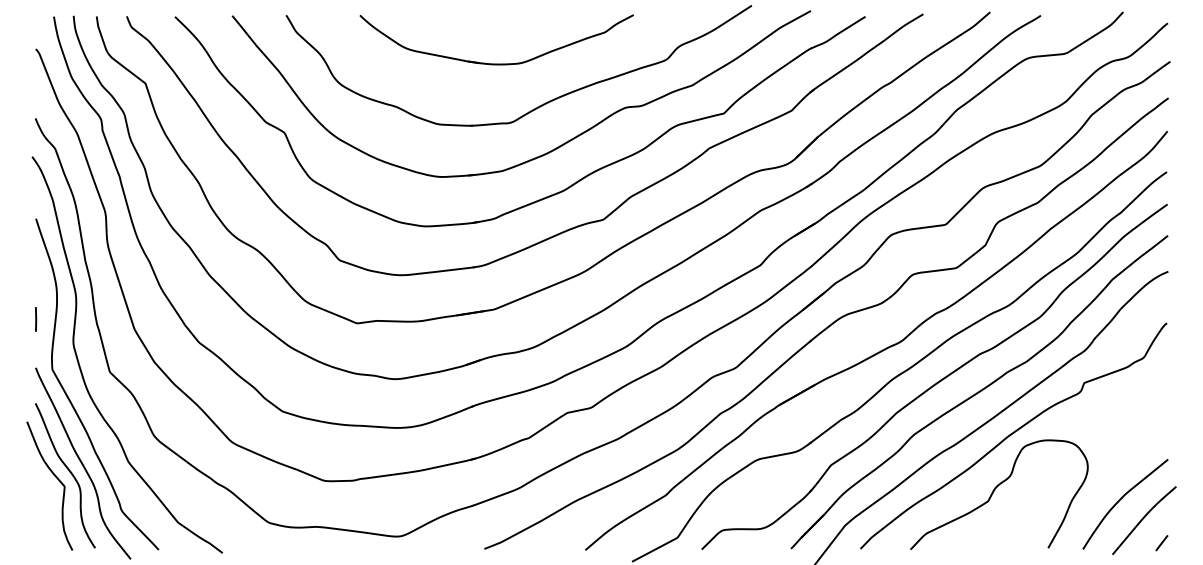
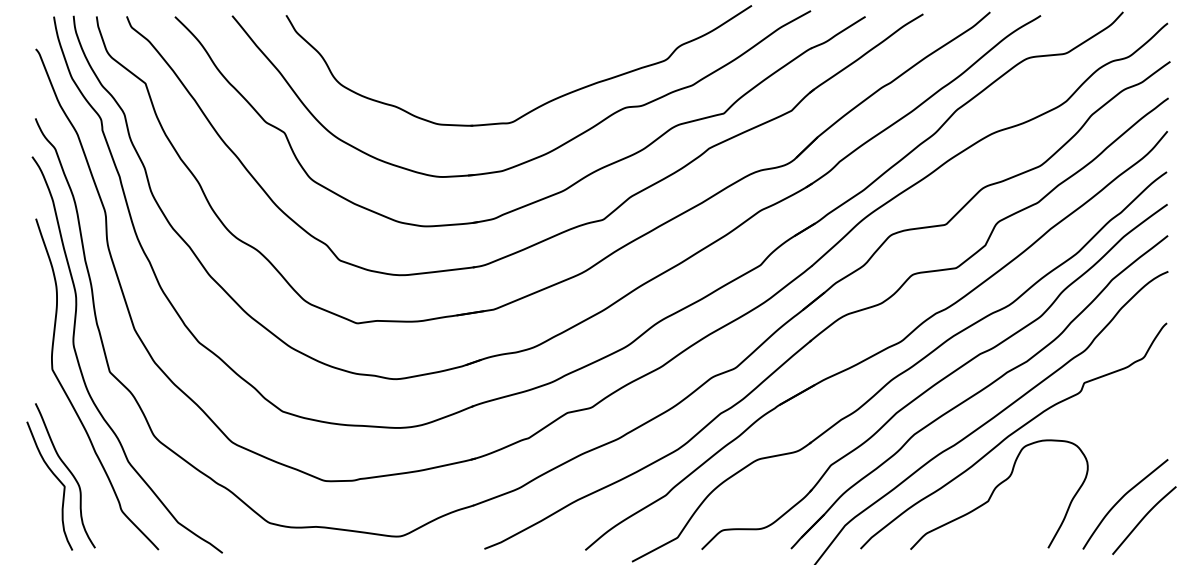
part at (496, 63): present -> none
line at (36, 319): present -> none
curve at (83, 463): present -> none
line at (1161, 543): present -> none
